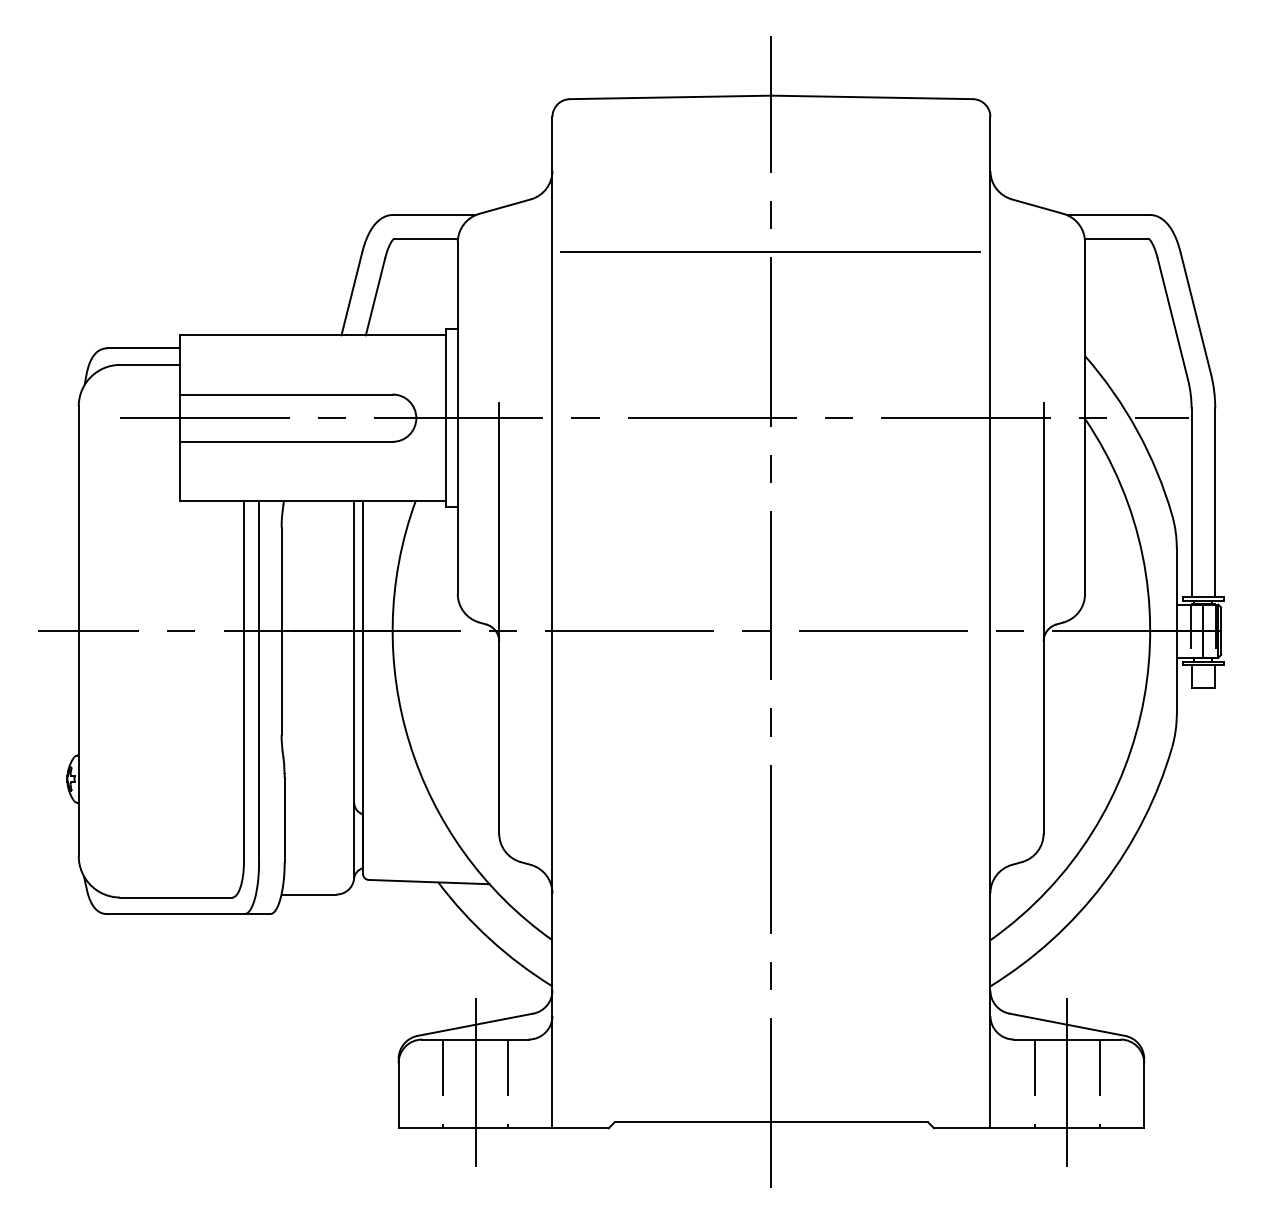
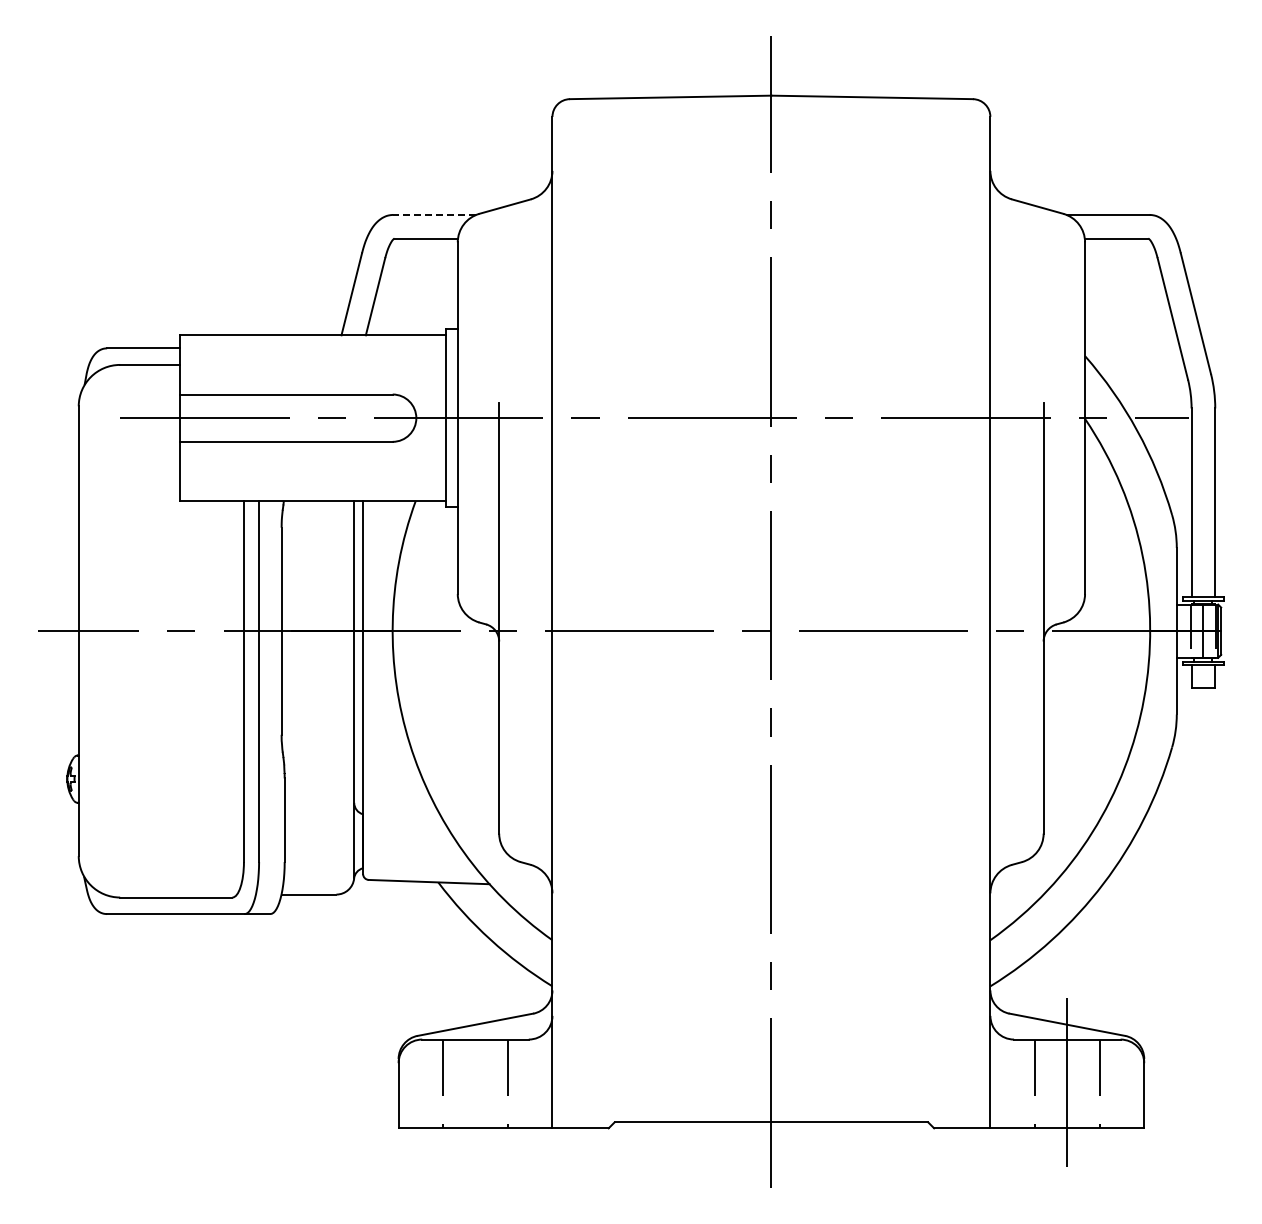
line at (434, 214): solid -> dashed
line at (770, 252): present -> none
line at (475, 1083): present -> none
